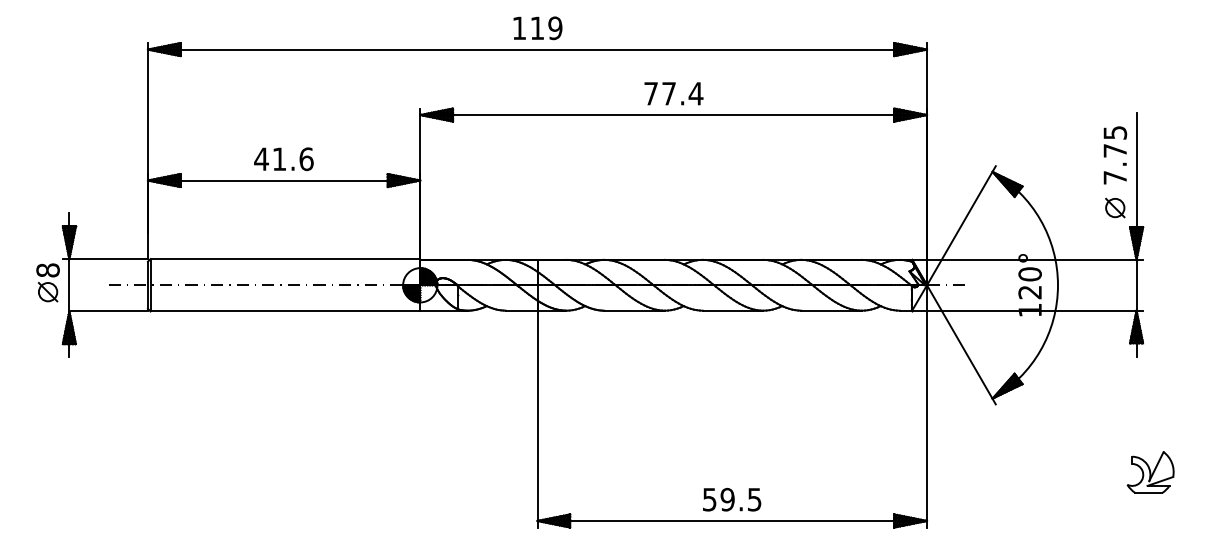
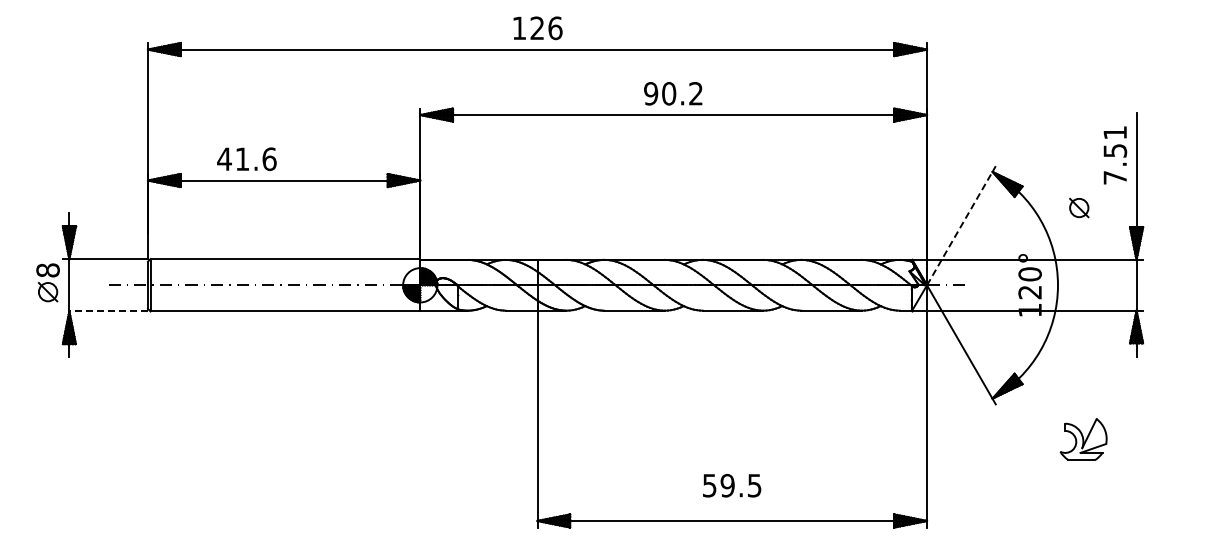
text at (546, 28): 119 -> 126
text at (673, 93): 77.4 -> 90.2
text at (1115, 141): 7.75 -> 7.51
text at (283, 158) position: (283, 158) -> (246, 158)
part at (1115, 207) position: (1115, 207) -> (1079, 207)
line at (961, 225): solid -> dashed
line at (108, 311): solid -> dashed
part at (1150, 472) position: (1150, 472) -> (1083, 439)
text at (732, 499) position: (732, 499) -> (732, 485)
